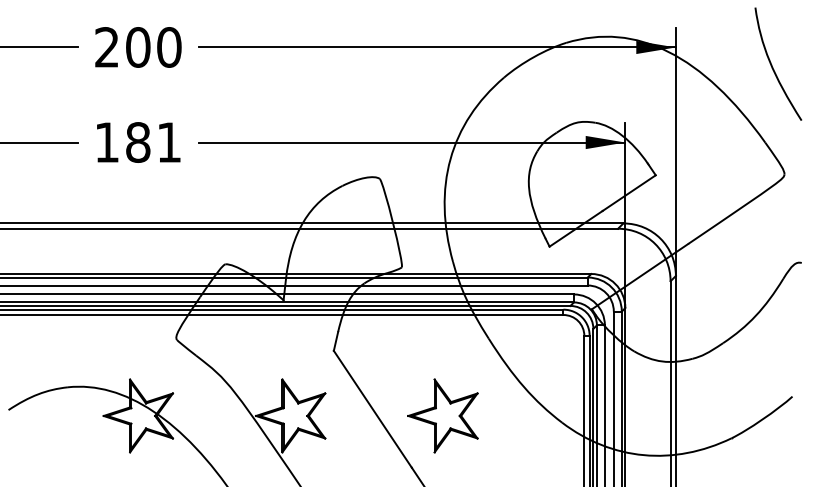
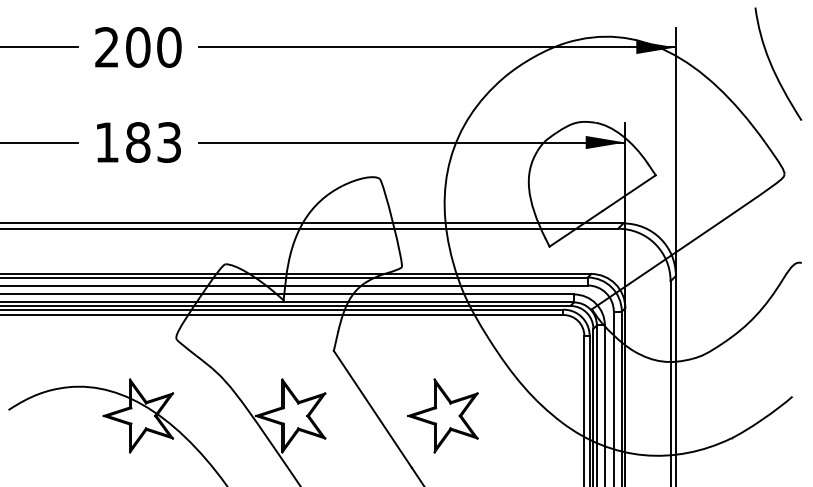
text at (168, 142): 181 -> 183
